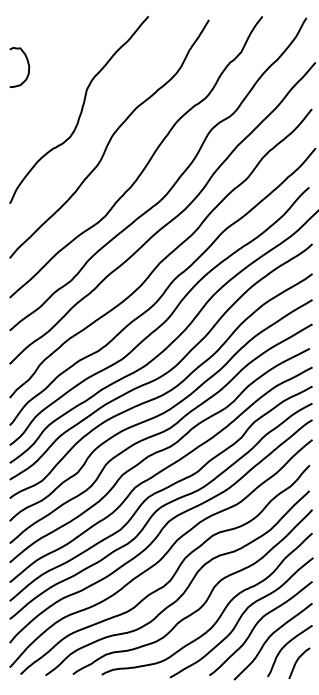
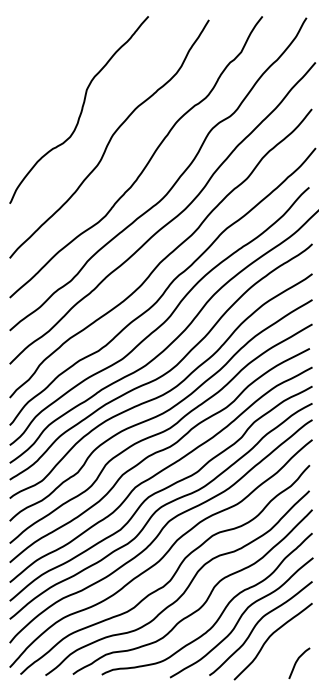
curve at (27, 64): present -> none
curve at (285, 646): present -> none
